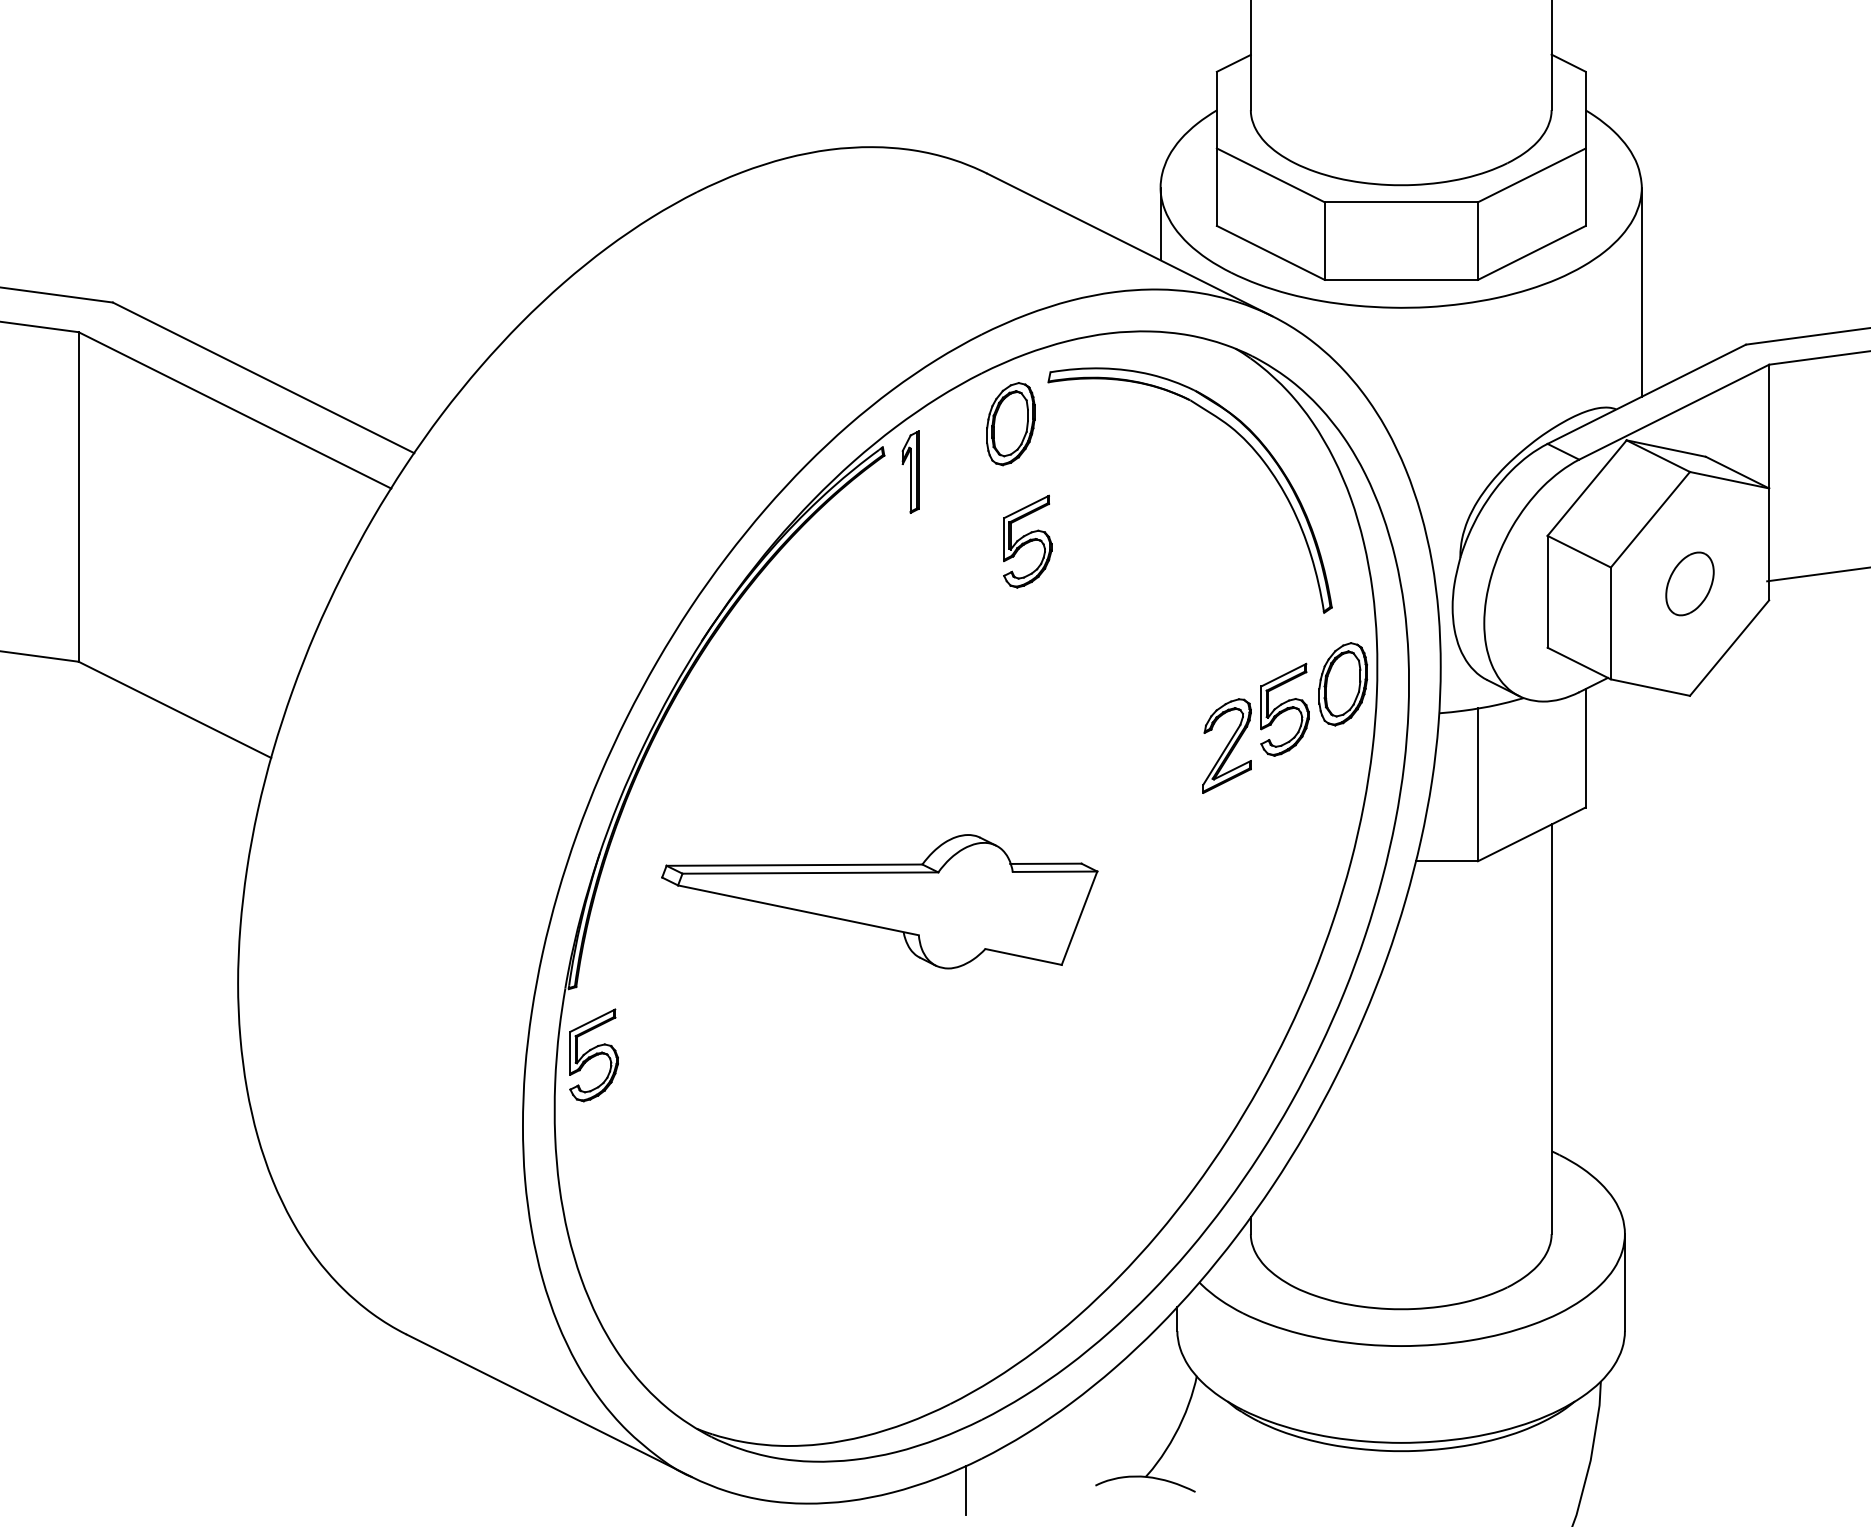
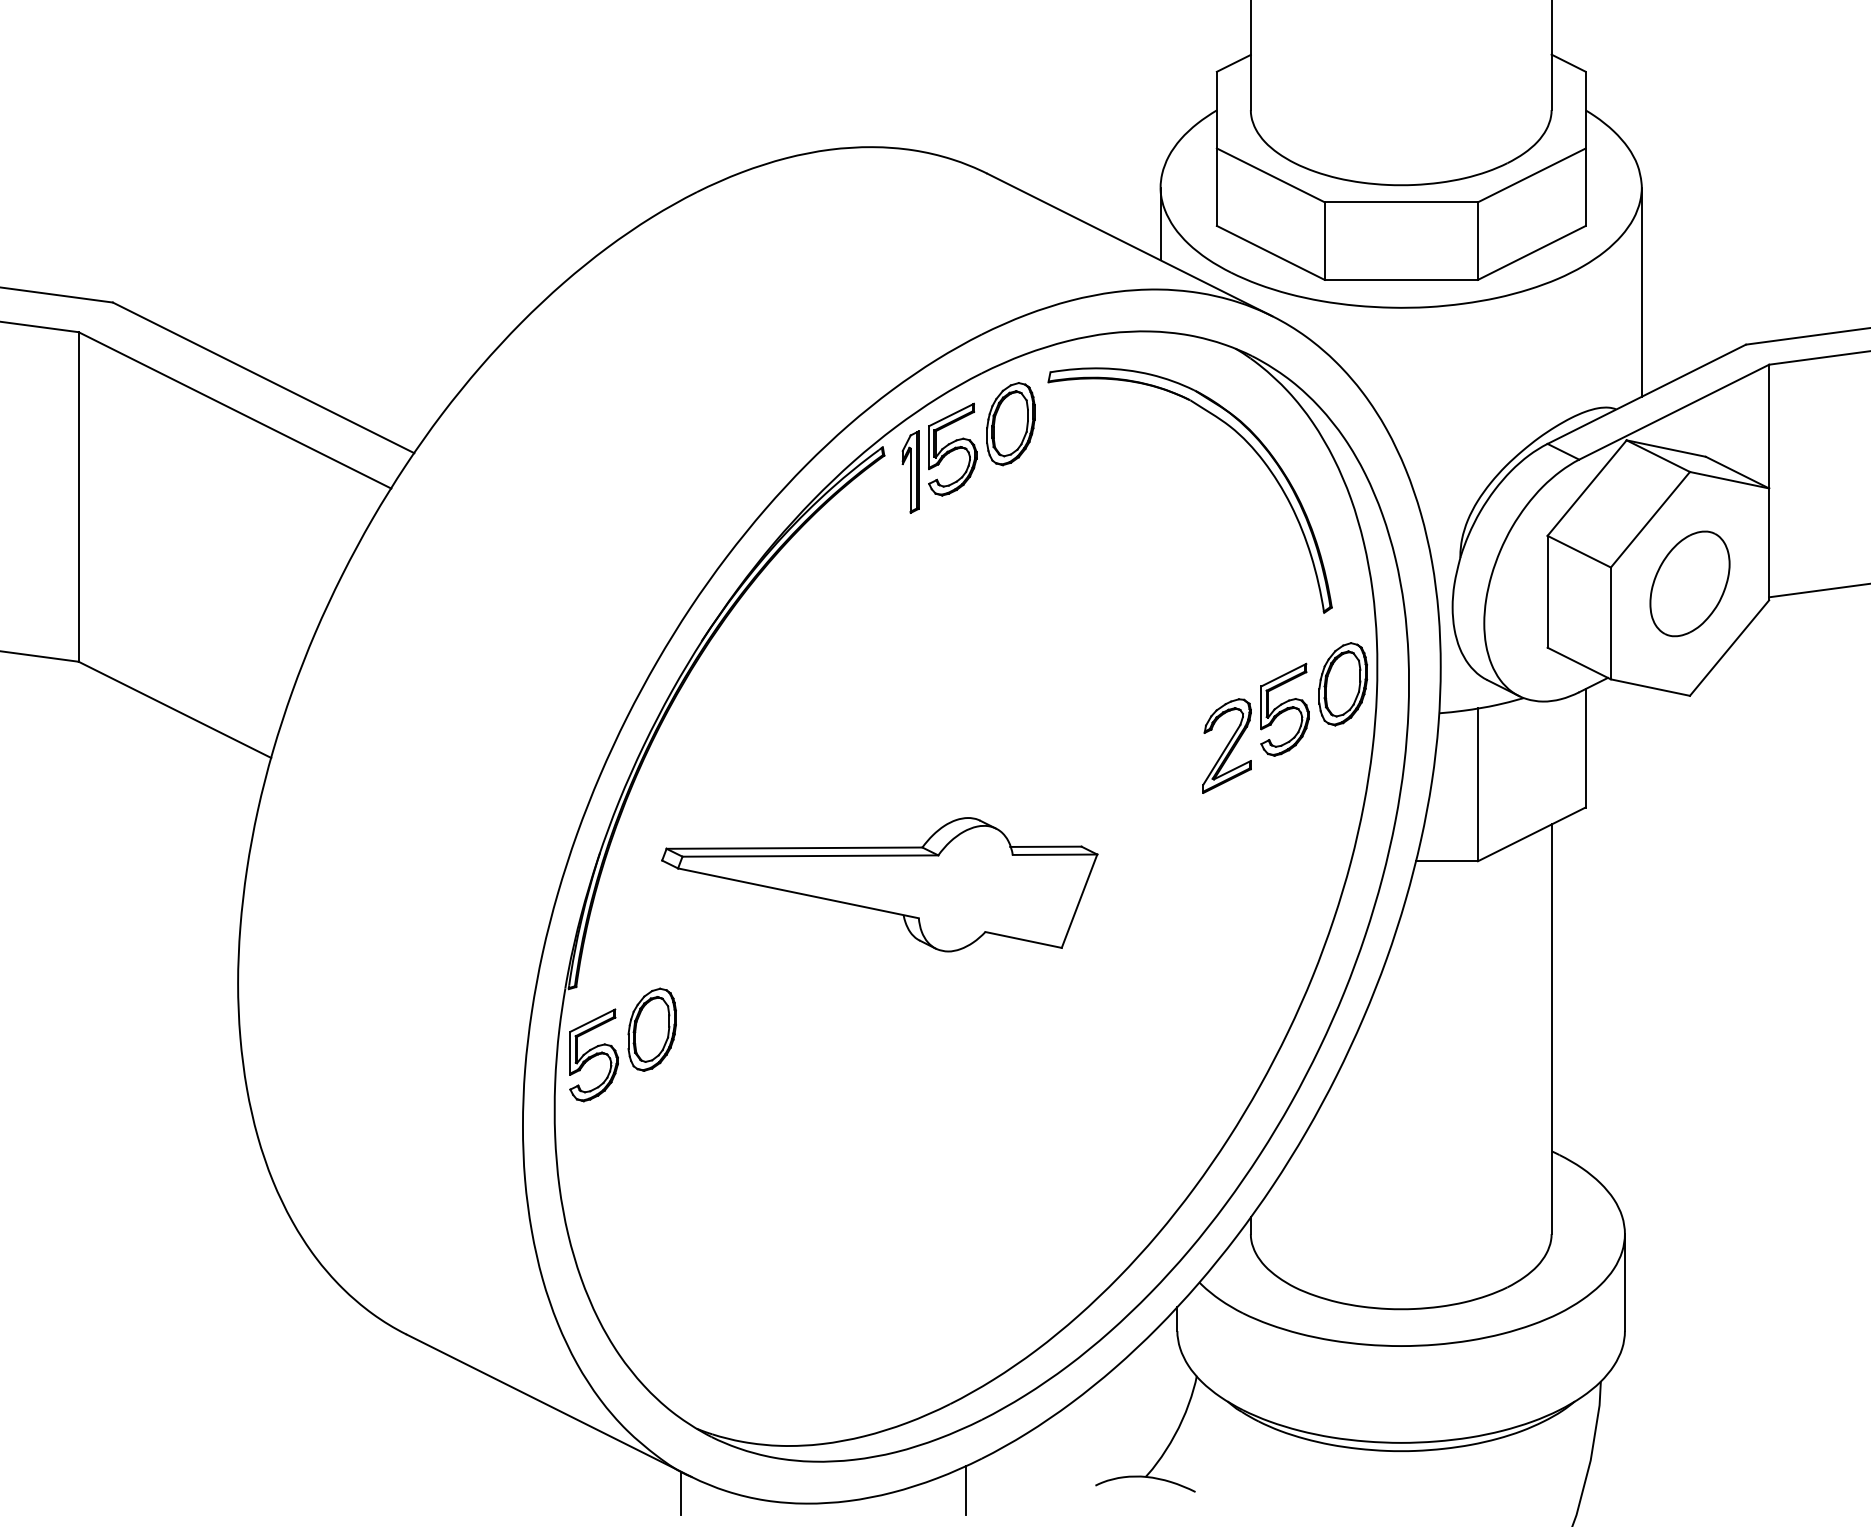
part at (1027, 541) position: (1027, 541) -> (952, 449)
line at (1817, 574) position: (1817, 574) -> (1818, 590)
part at (1689, 583) size: 50x66 px -> 82x108 px
part at (879, 901) position: (879, 901) -> (879, 884)
part at (651, 1029): none -> present
line at (681, 1493): none -> present
